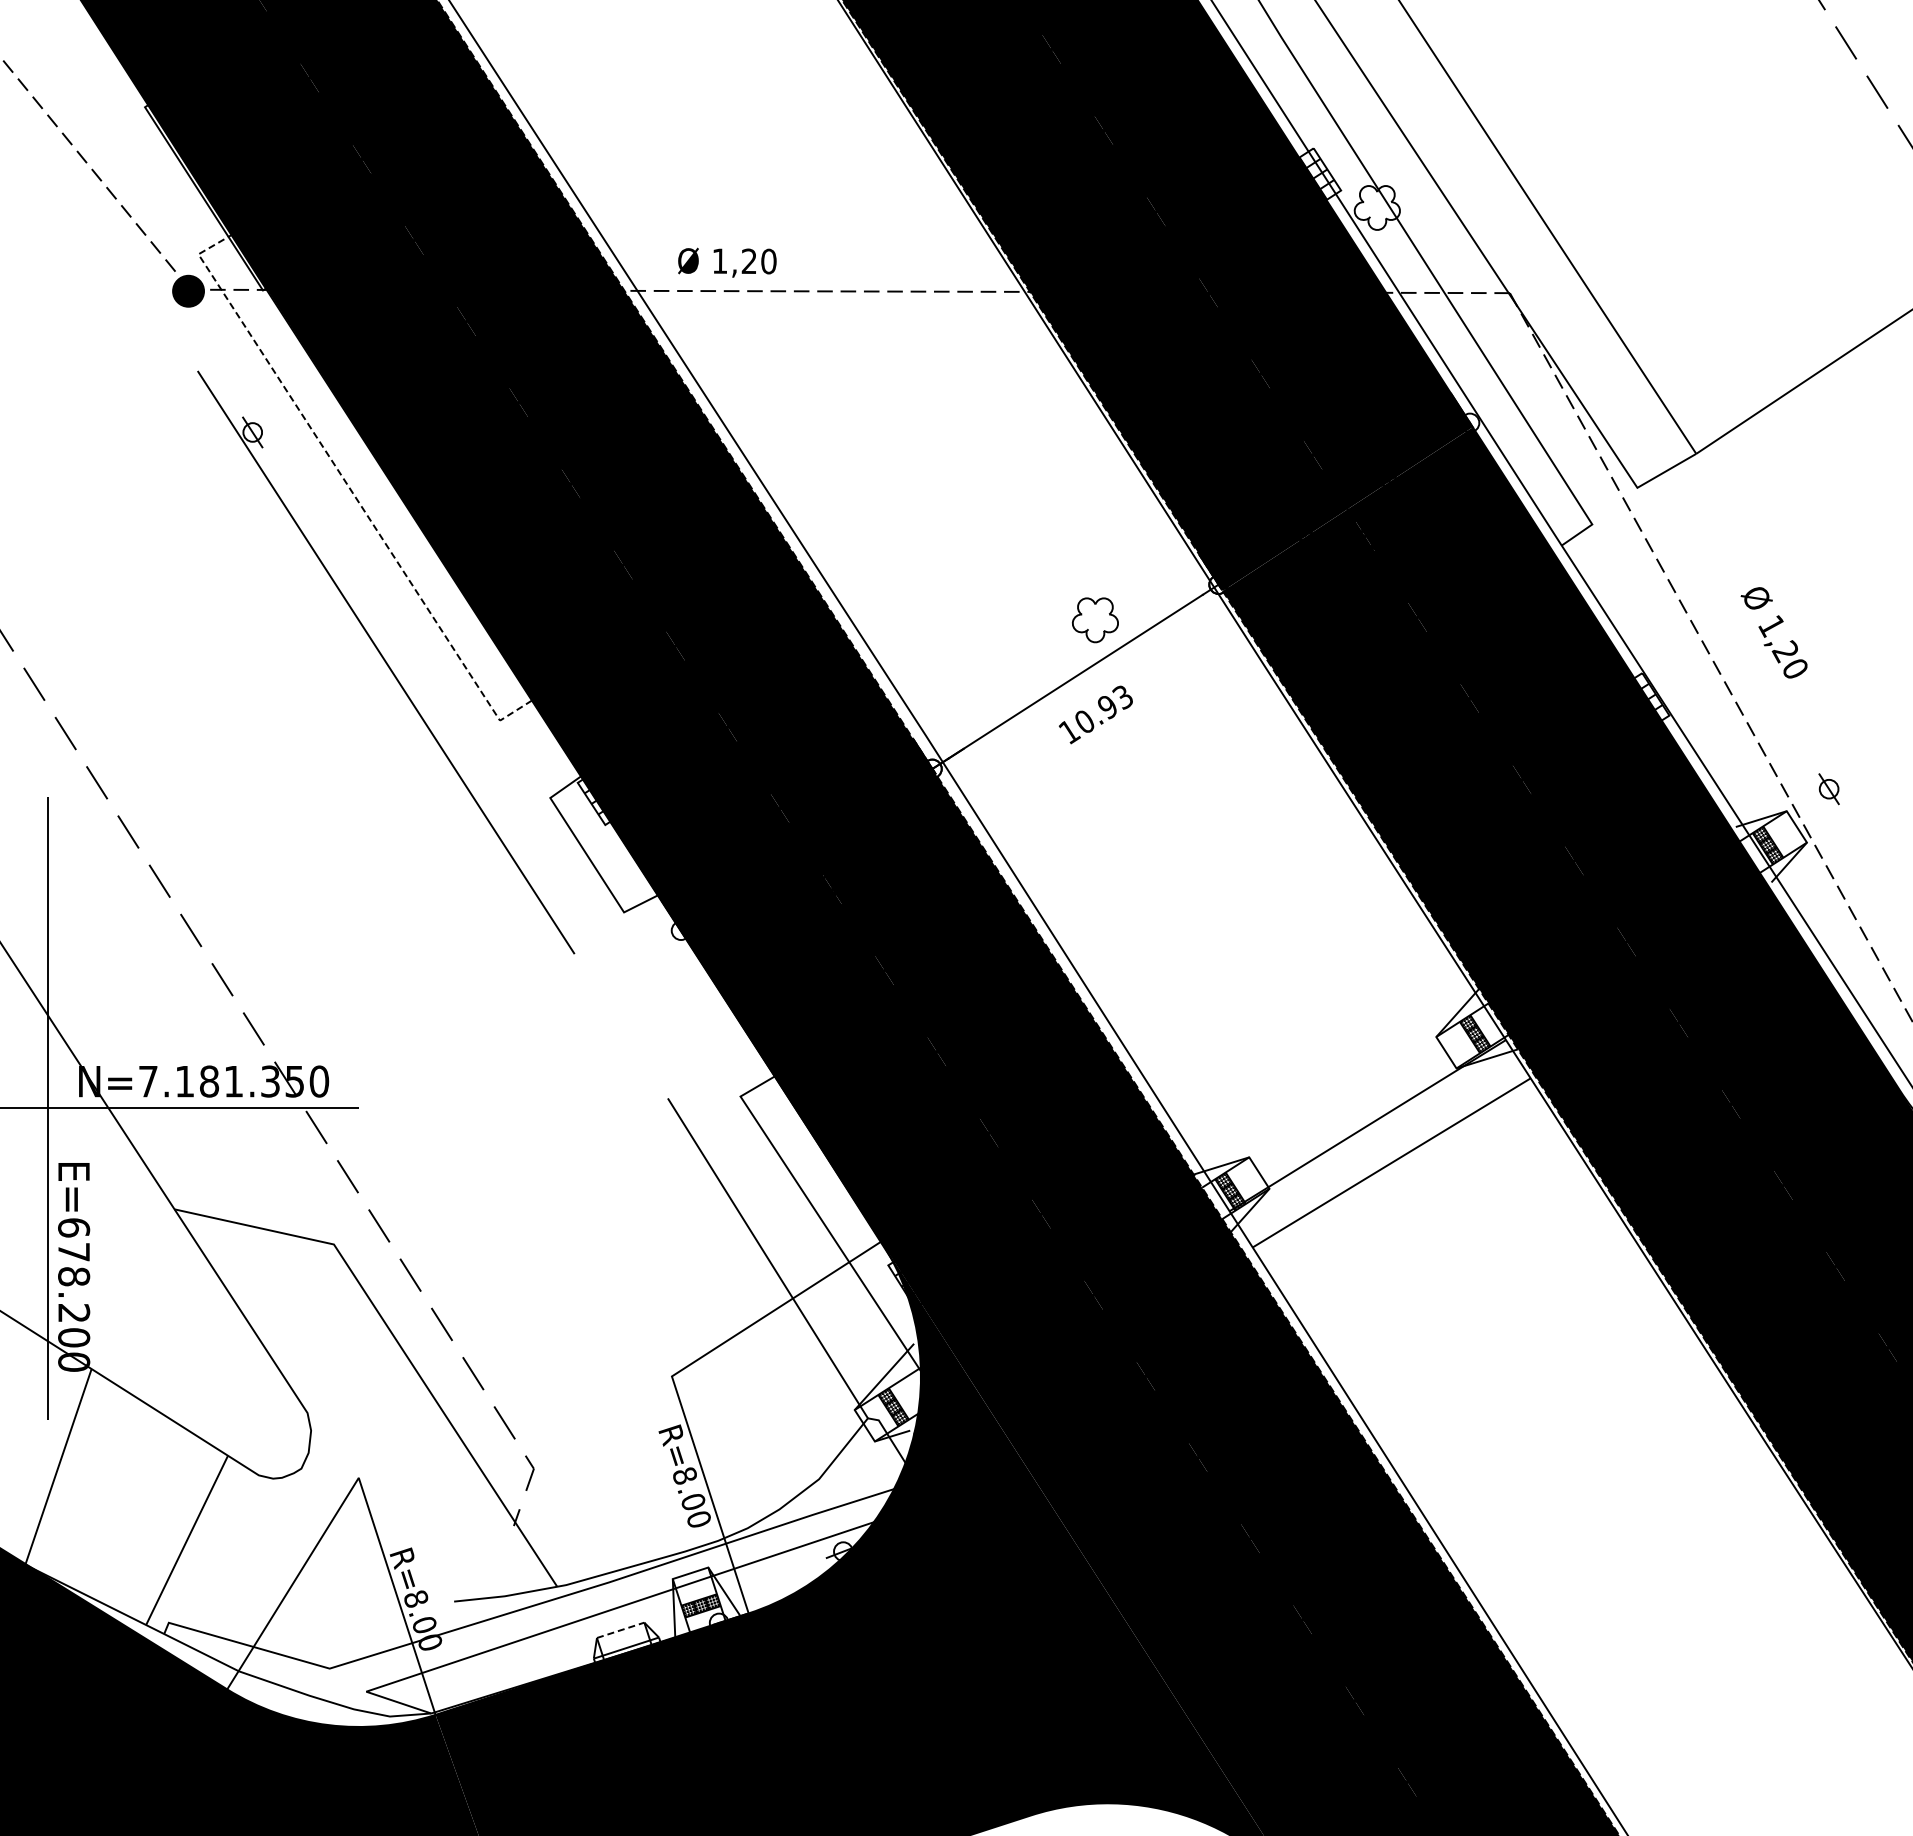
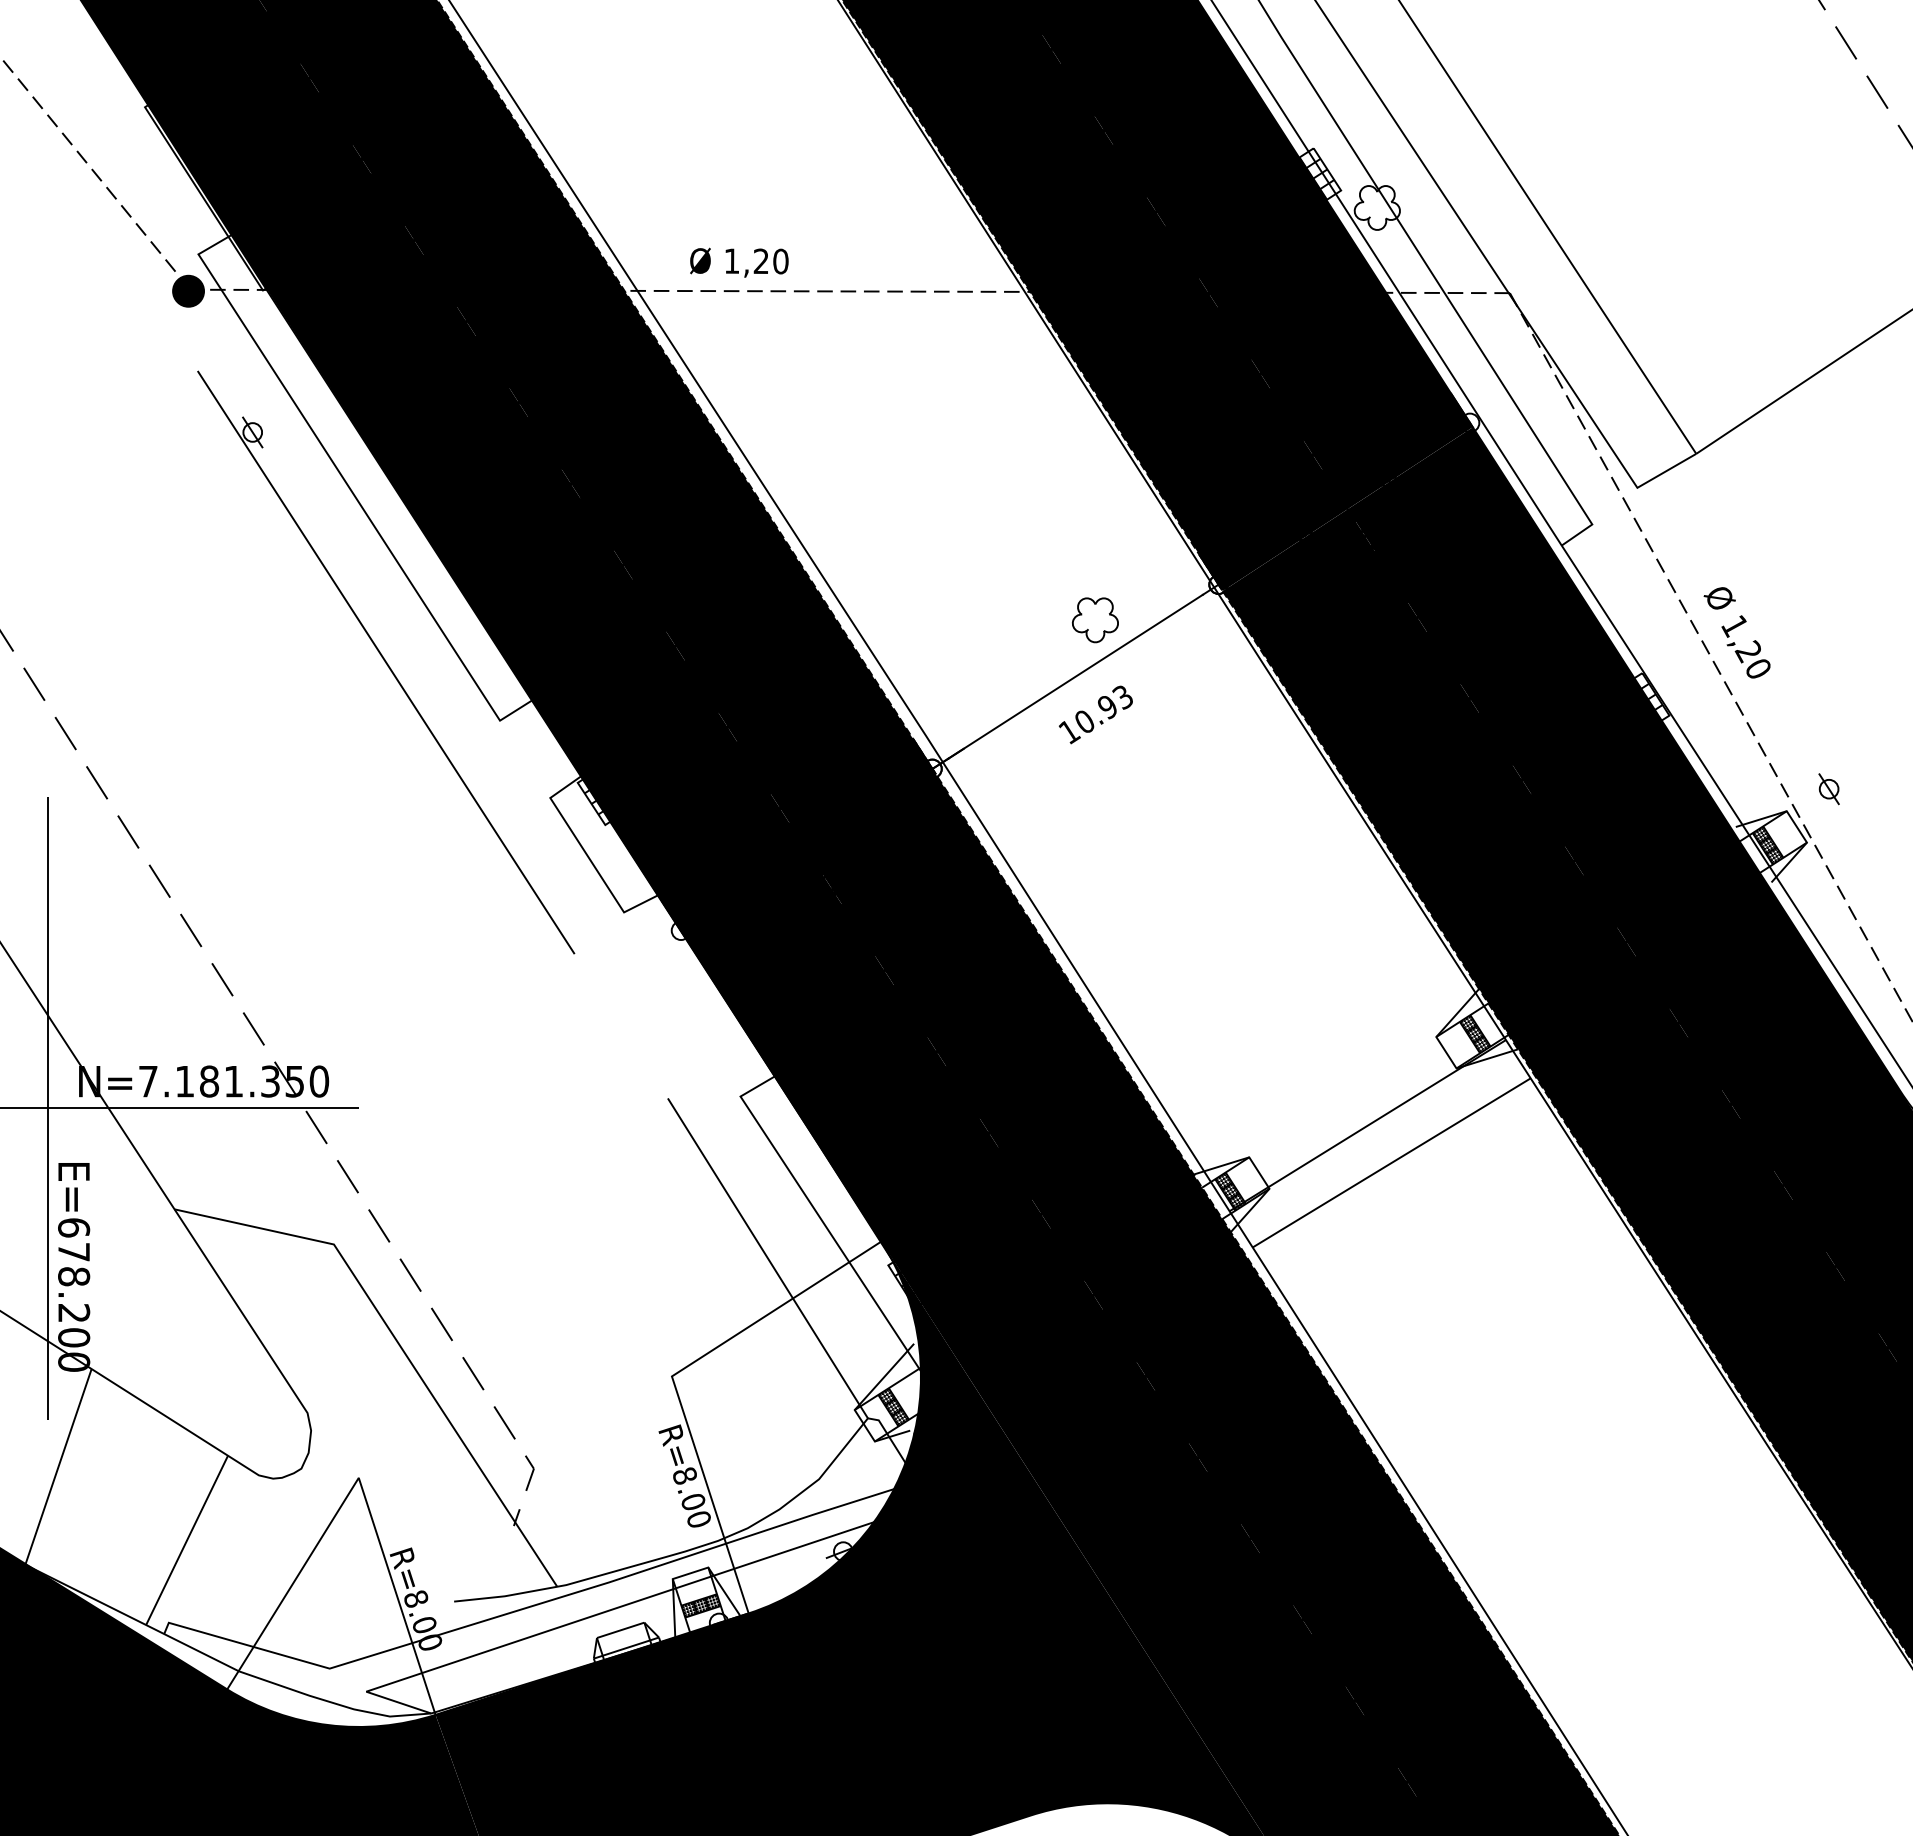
text at (727, 262) position: (727, 262) -> (739, 262)
line at (348, 486): dashed -> solid
text at (1773, 632) position: (1773, 632) -> (1736, 632)
line at (620, 1630): dashed -> solid
